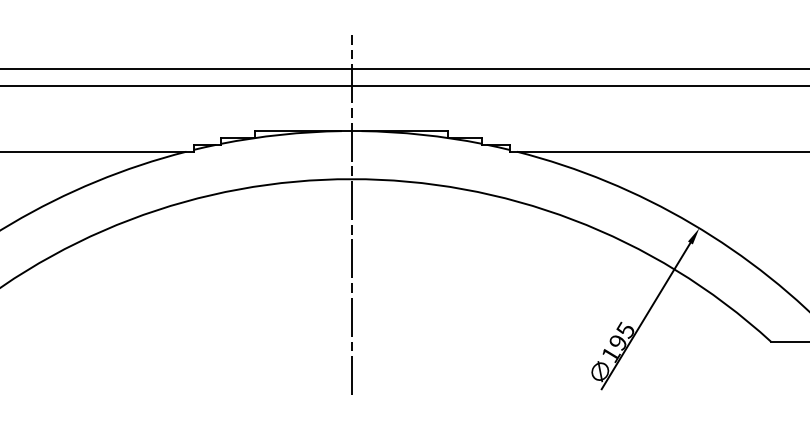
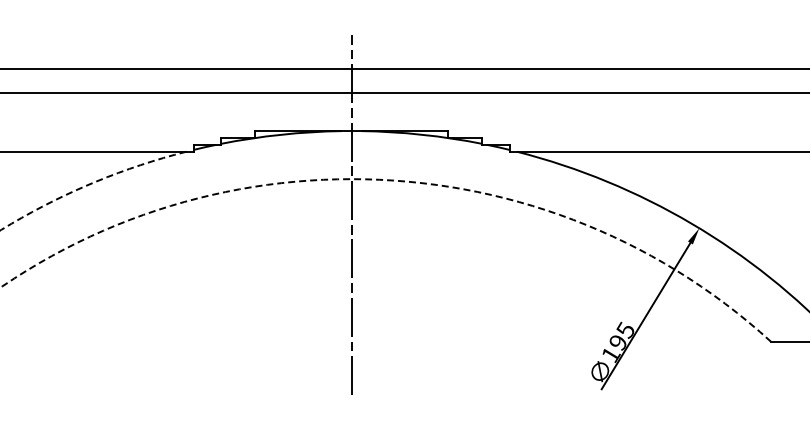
line at (404, 86) position: (404, 86) -> (404, 93)
arc at (394, 180): solid -> dashed
arc at (89, 184): solid -> dashed
